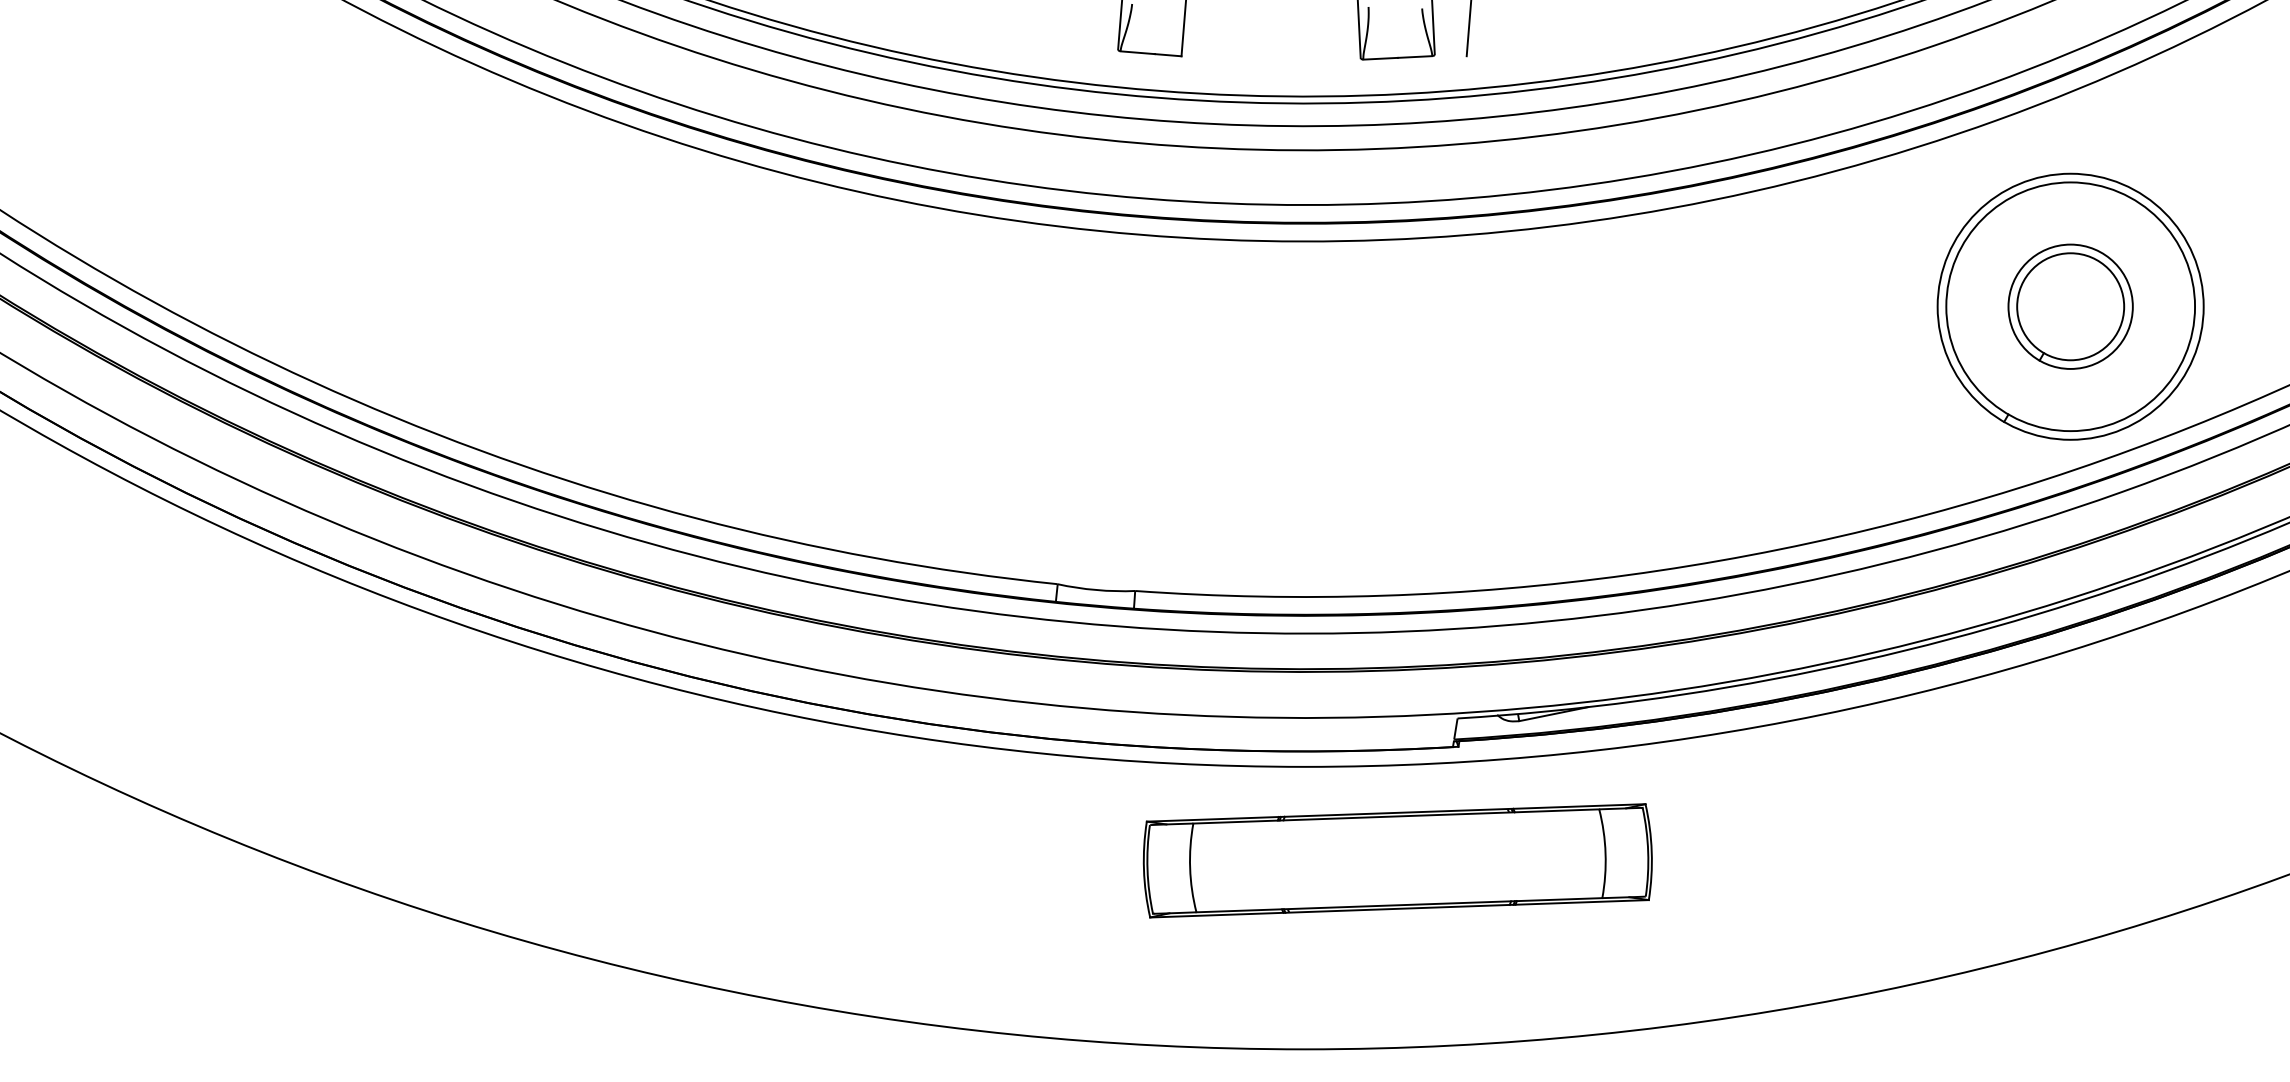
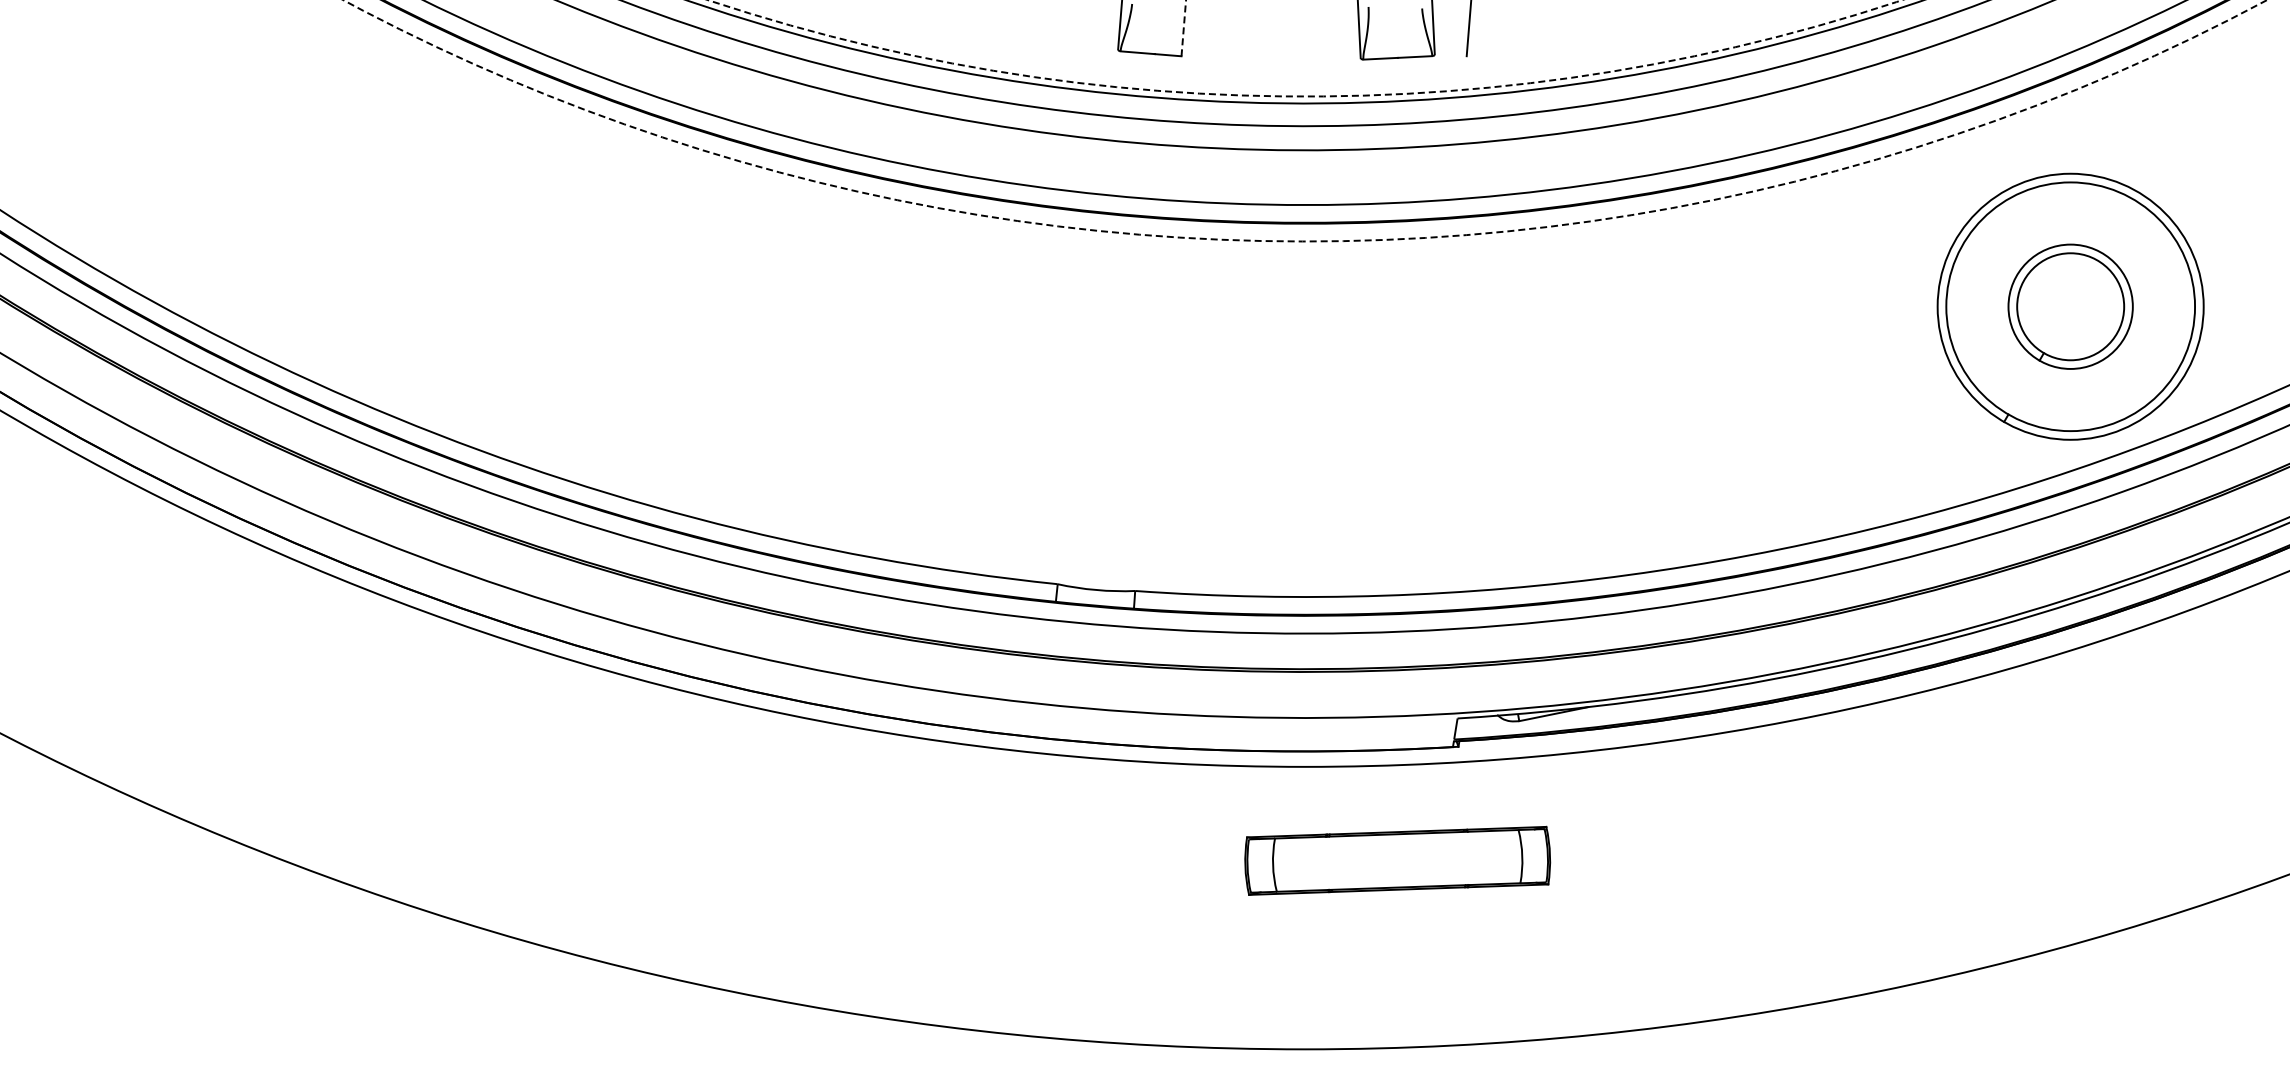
line at (1183, 28): solid -> dashed
arc at (1304, 96): solid -> dashed
arc at (1307, 241): solid -> dashed
part at (1397, 860) size: 511x116 px -> 308x71 px
